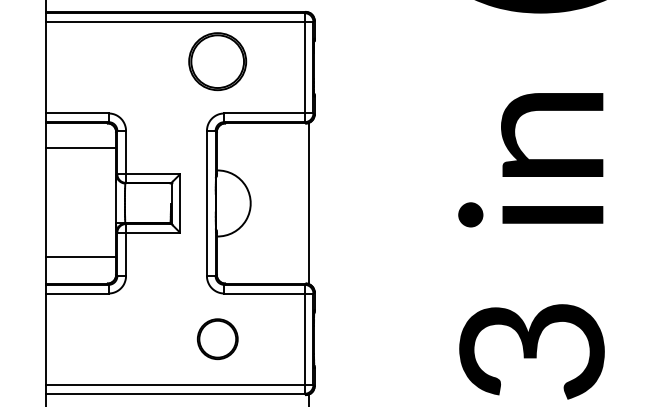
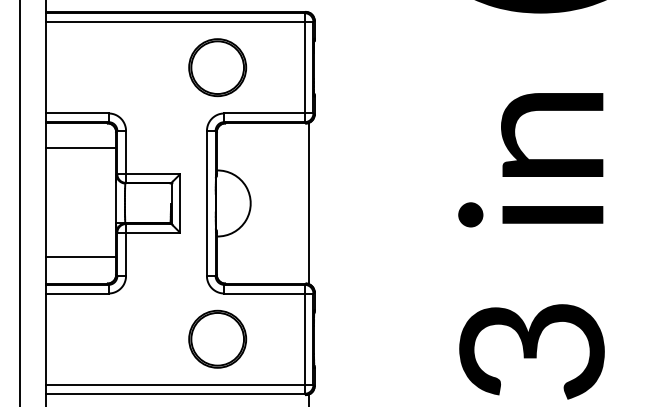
part at (217, 61) position: (217, 61) -> (217, 67)
line at (19, 202): none -> present
part at (217, 339) size: 42x43 px -> 60x60 px
